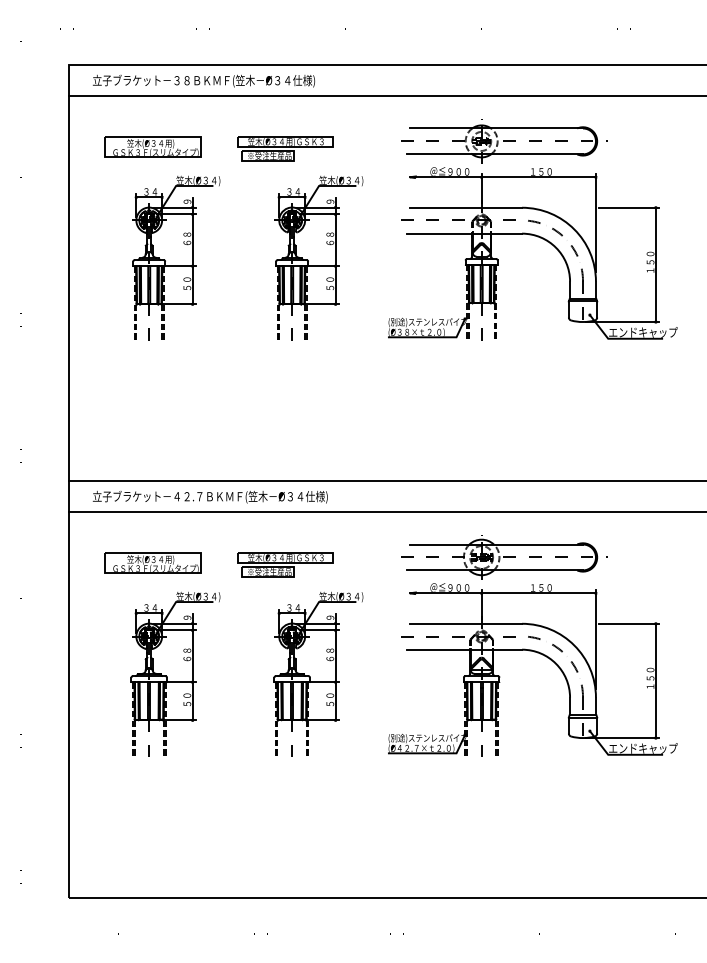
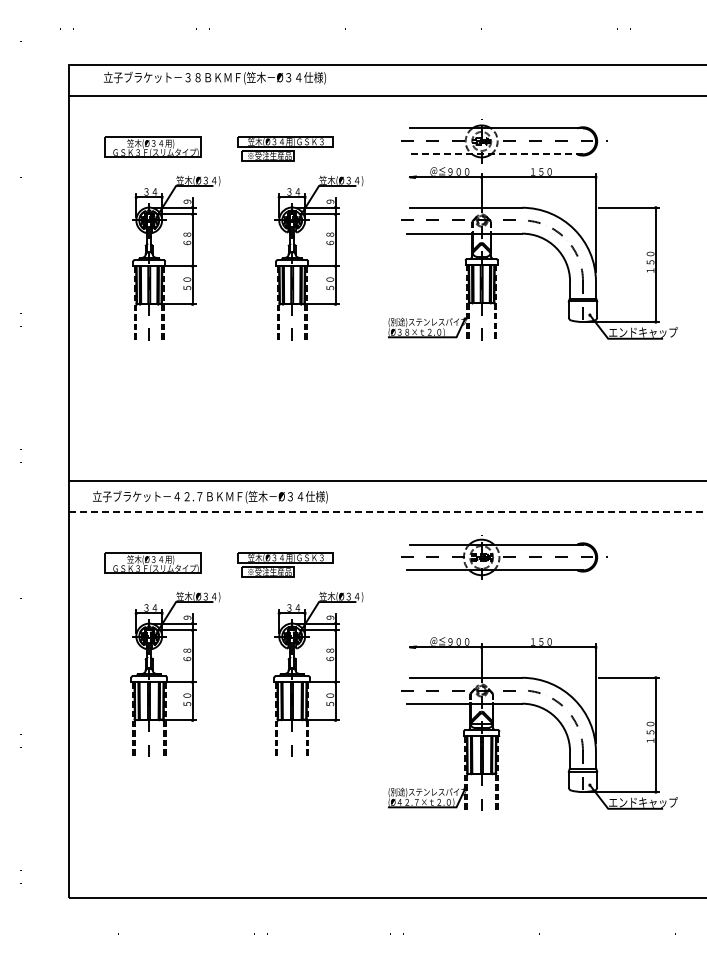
text at (203, 80) position: (203, 80) -> (214, 77)
line at (494, 154): solid -> dashed
line at (387, 511): solid -> dashed
part at (537, 653) position: (537, 653) -> (537, 707)
